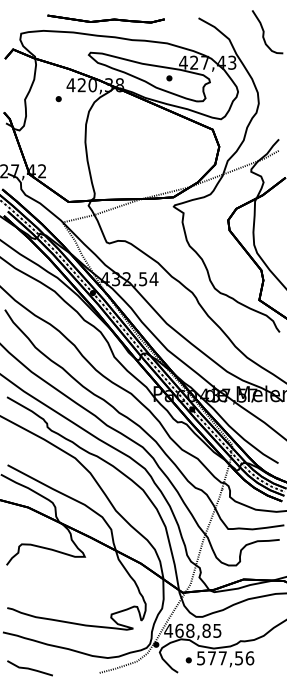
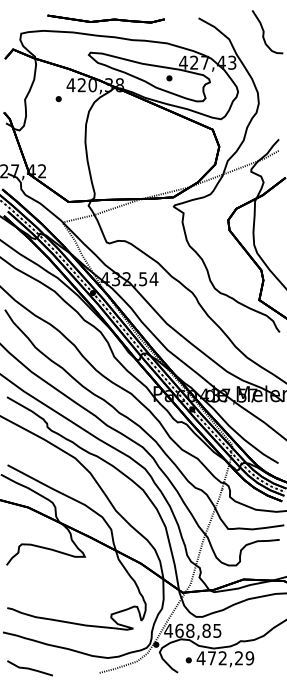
text at (225, 658): 577,56 -> 472,29
